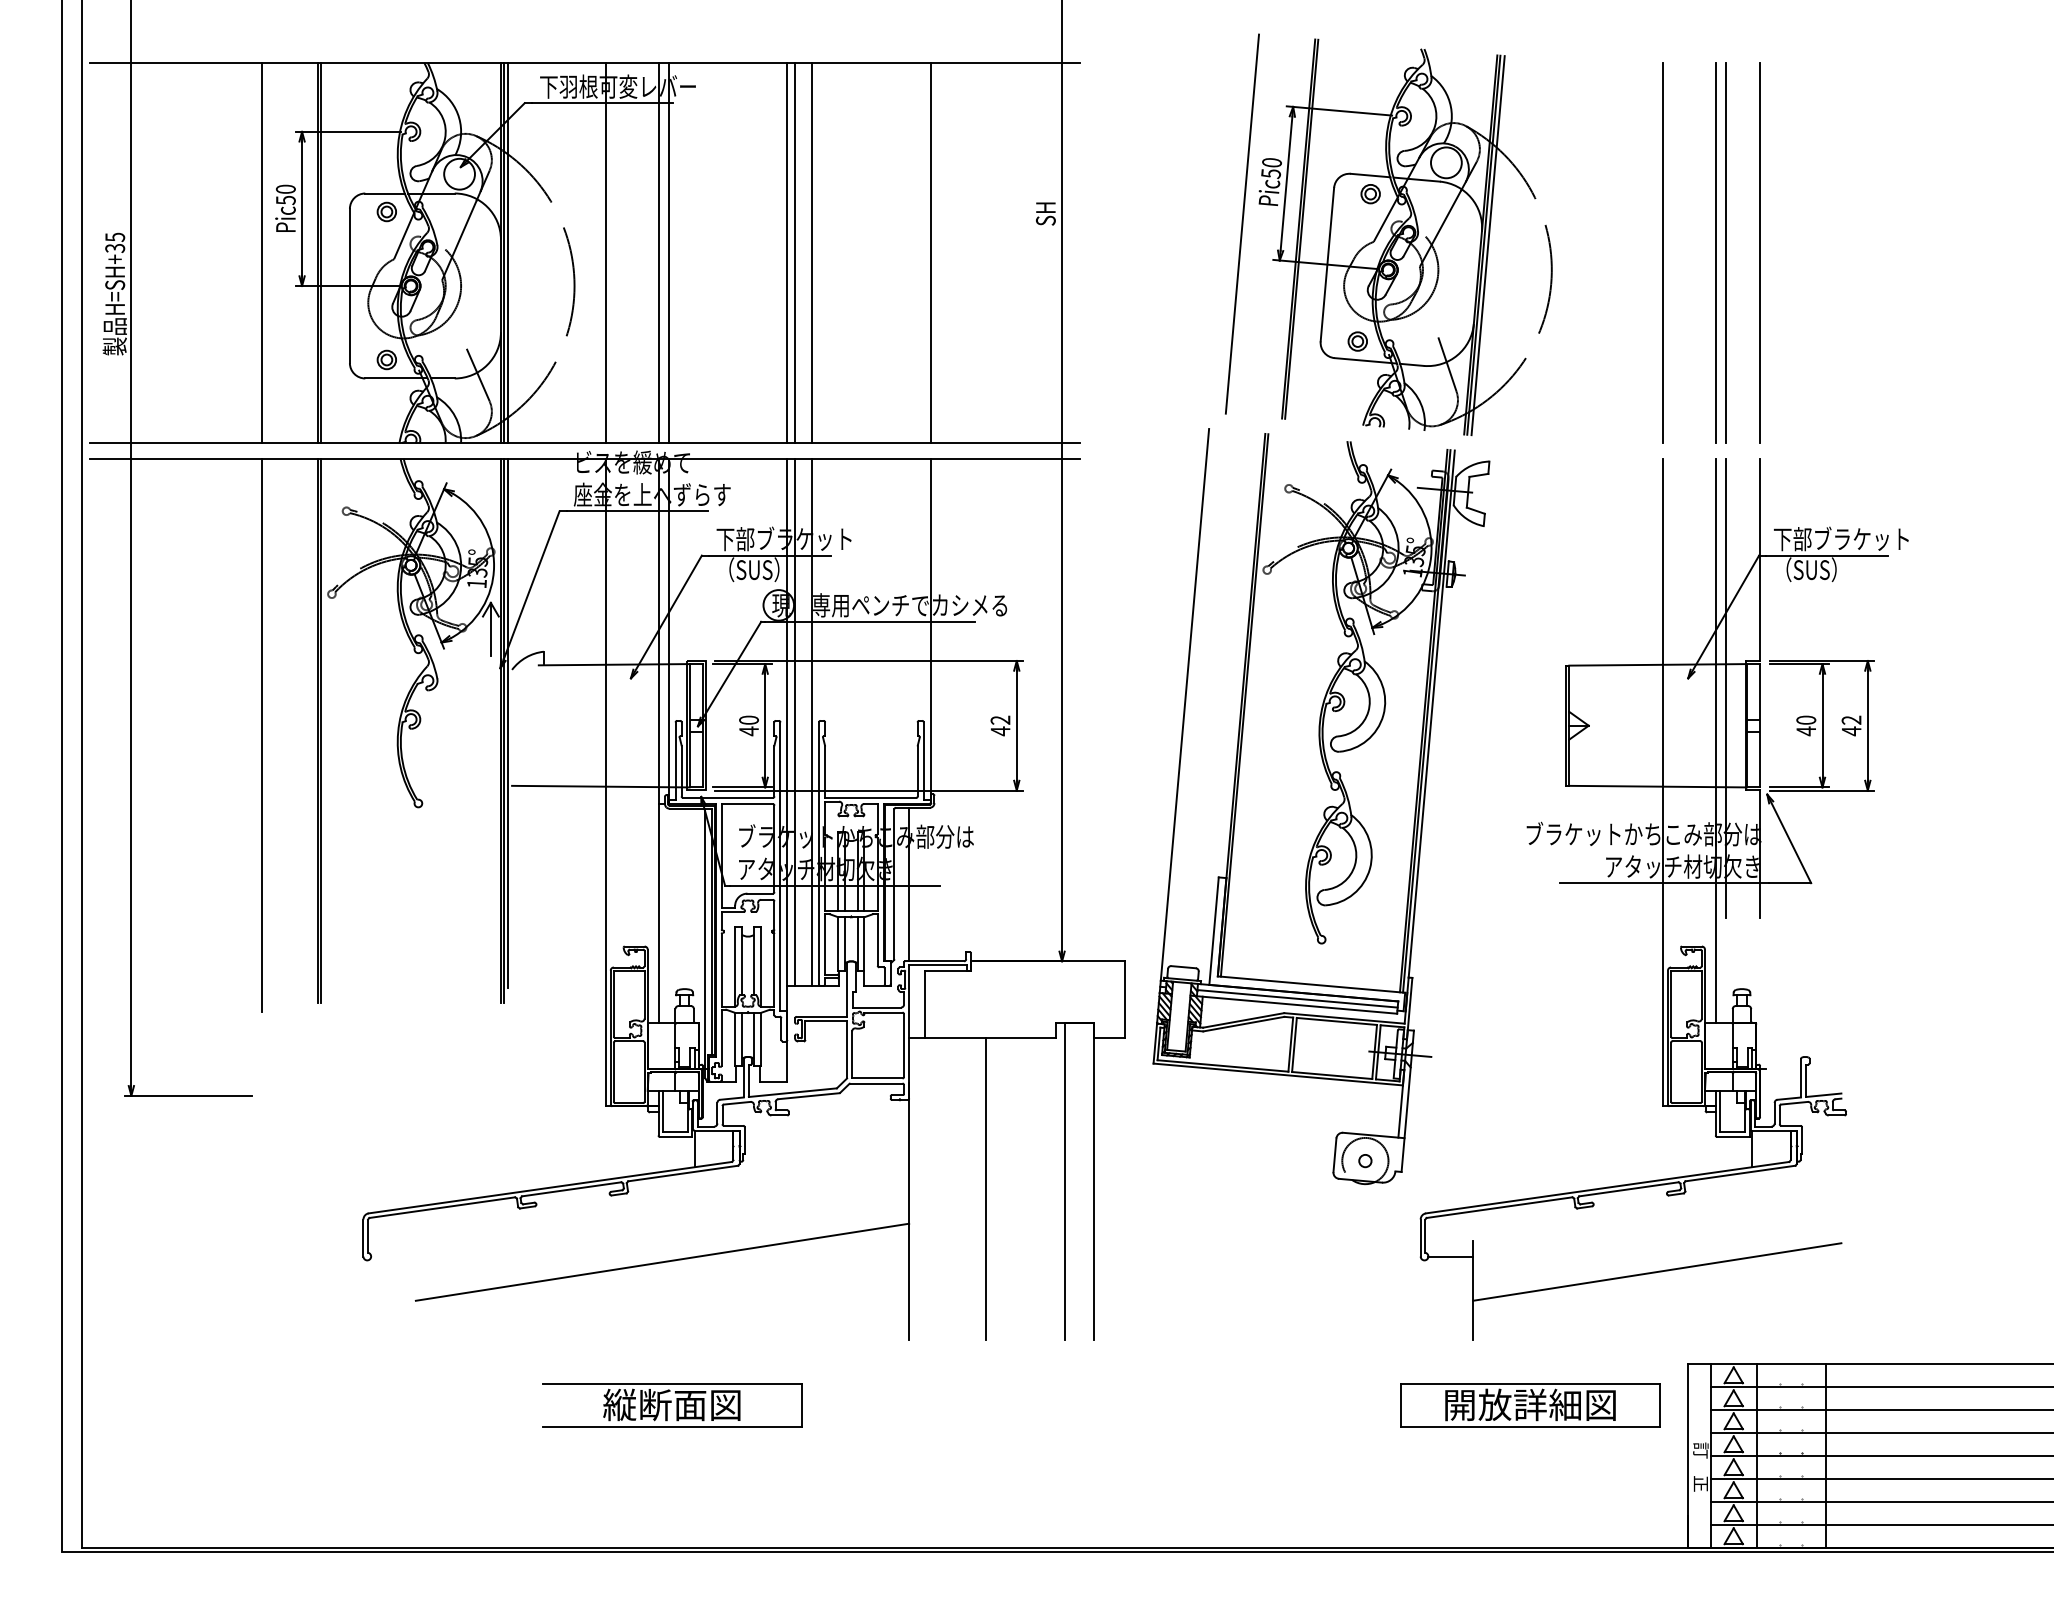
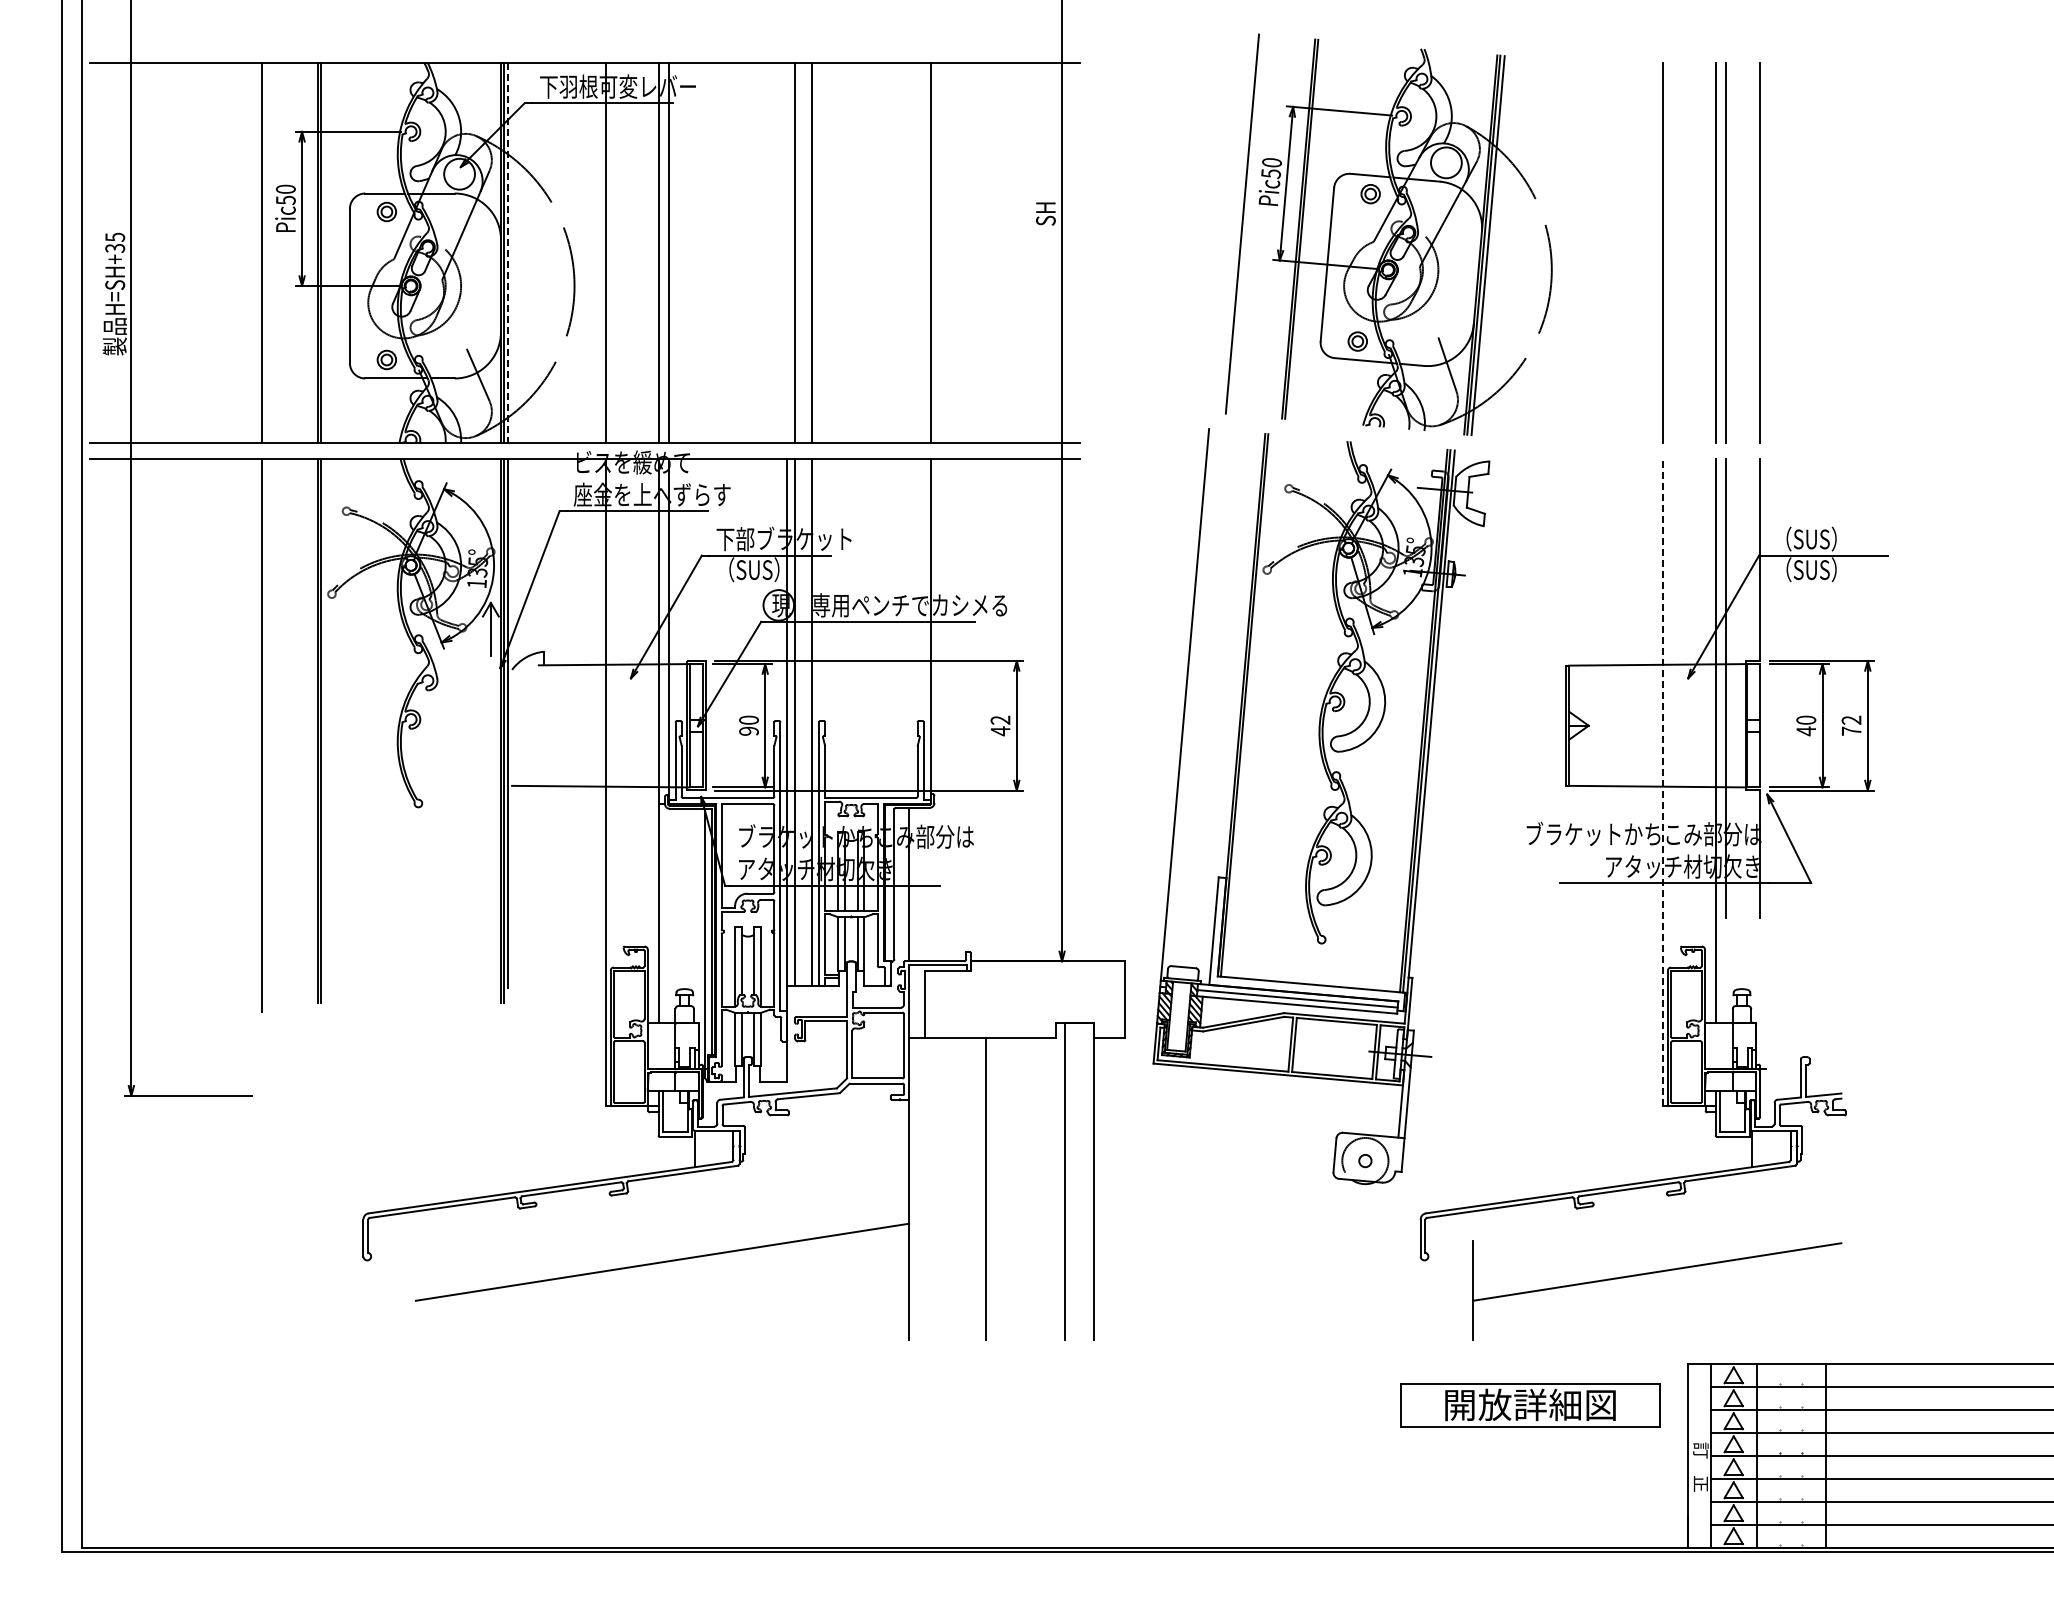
line at (787, 252): present -> none
line at (508, 253): solid -> dashed
text at (1840, 538): 下部ブラケット -> （SUS）
text at (748, 731): 40 -> 90
text at (1851, 731): 42 -> 72
line at (1663, 782): solid -> dashed
line at (1450, 1256): present -> none
part at (672, 1405): present -> none
